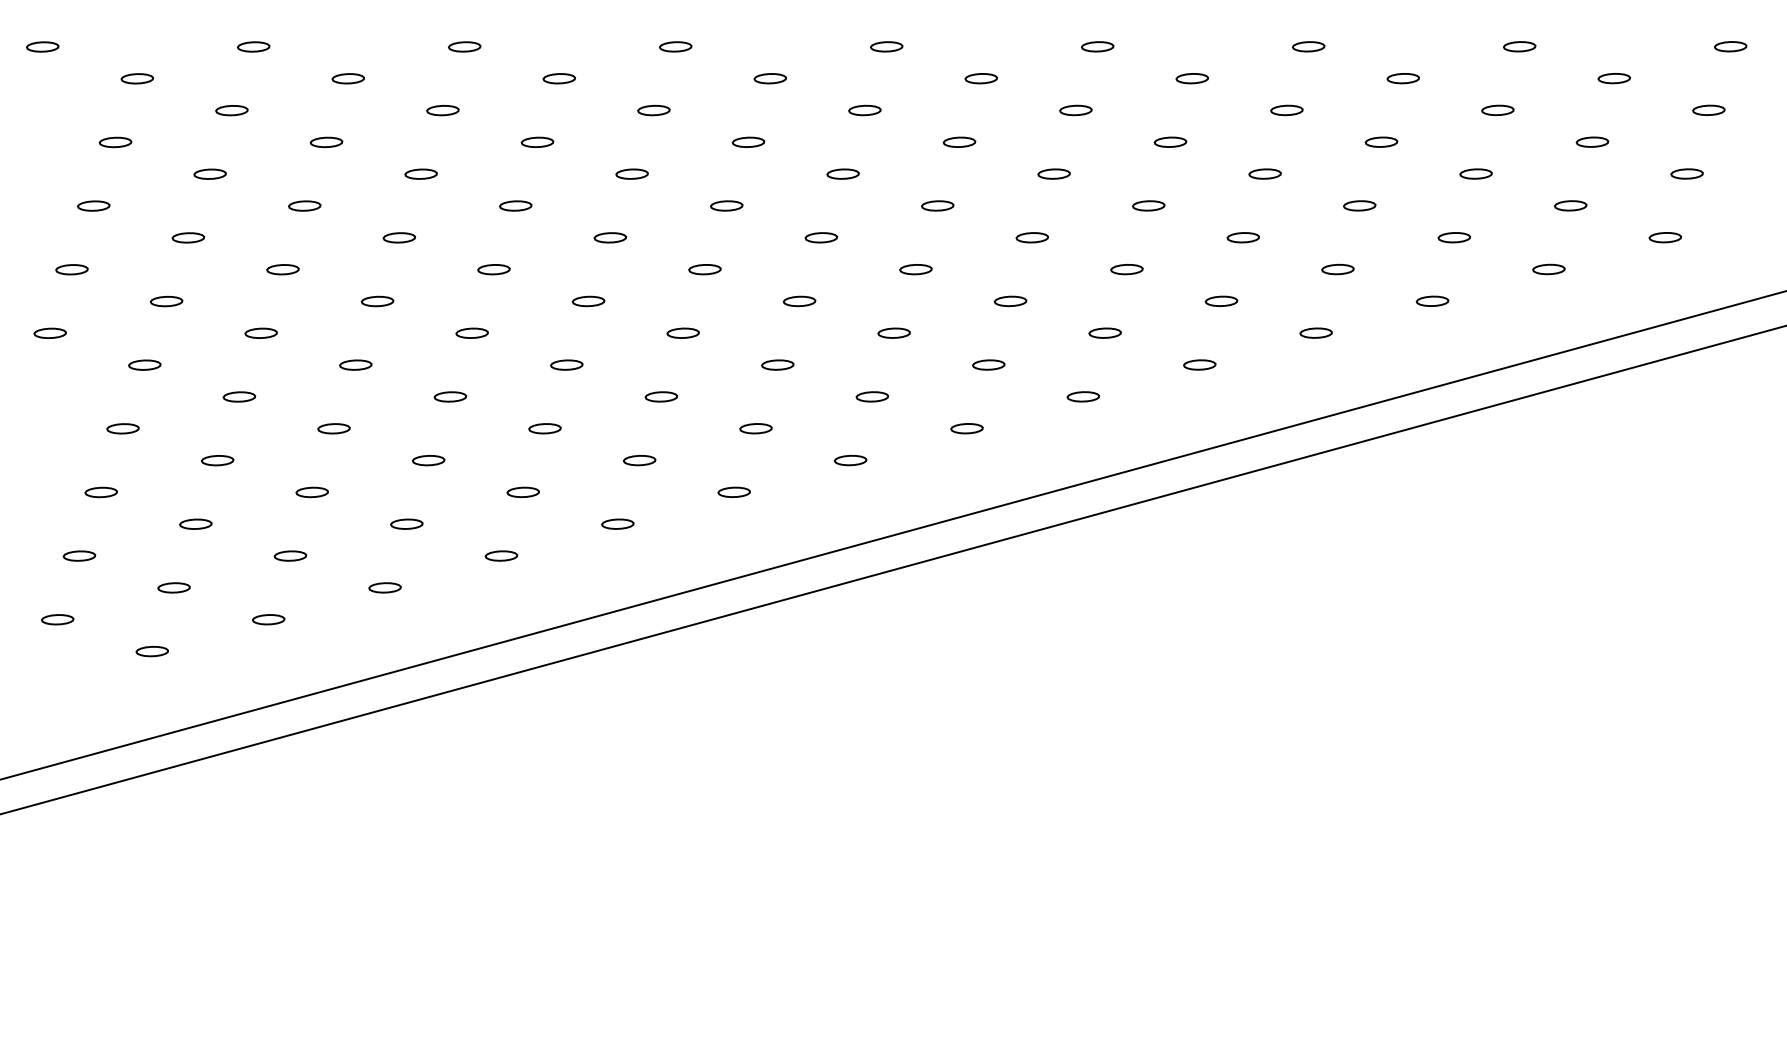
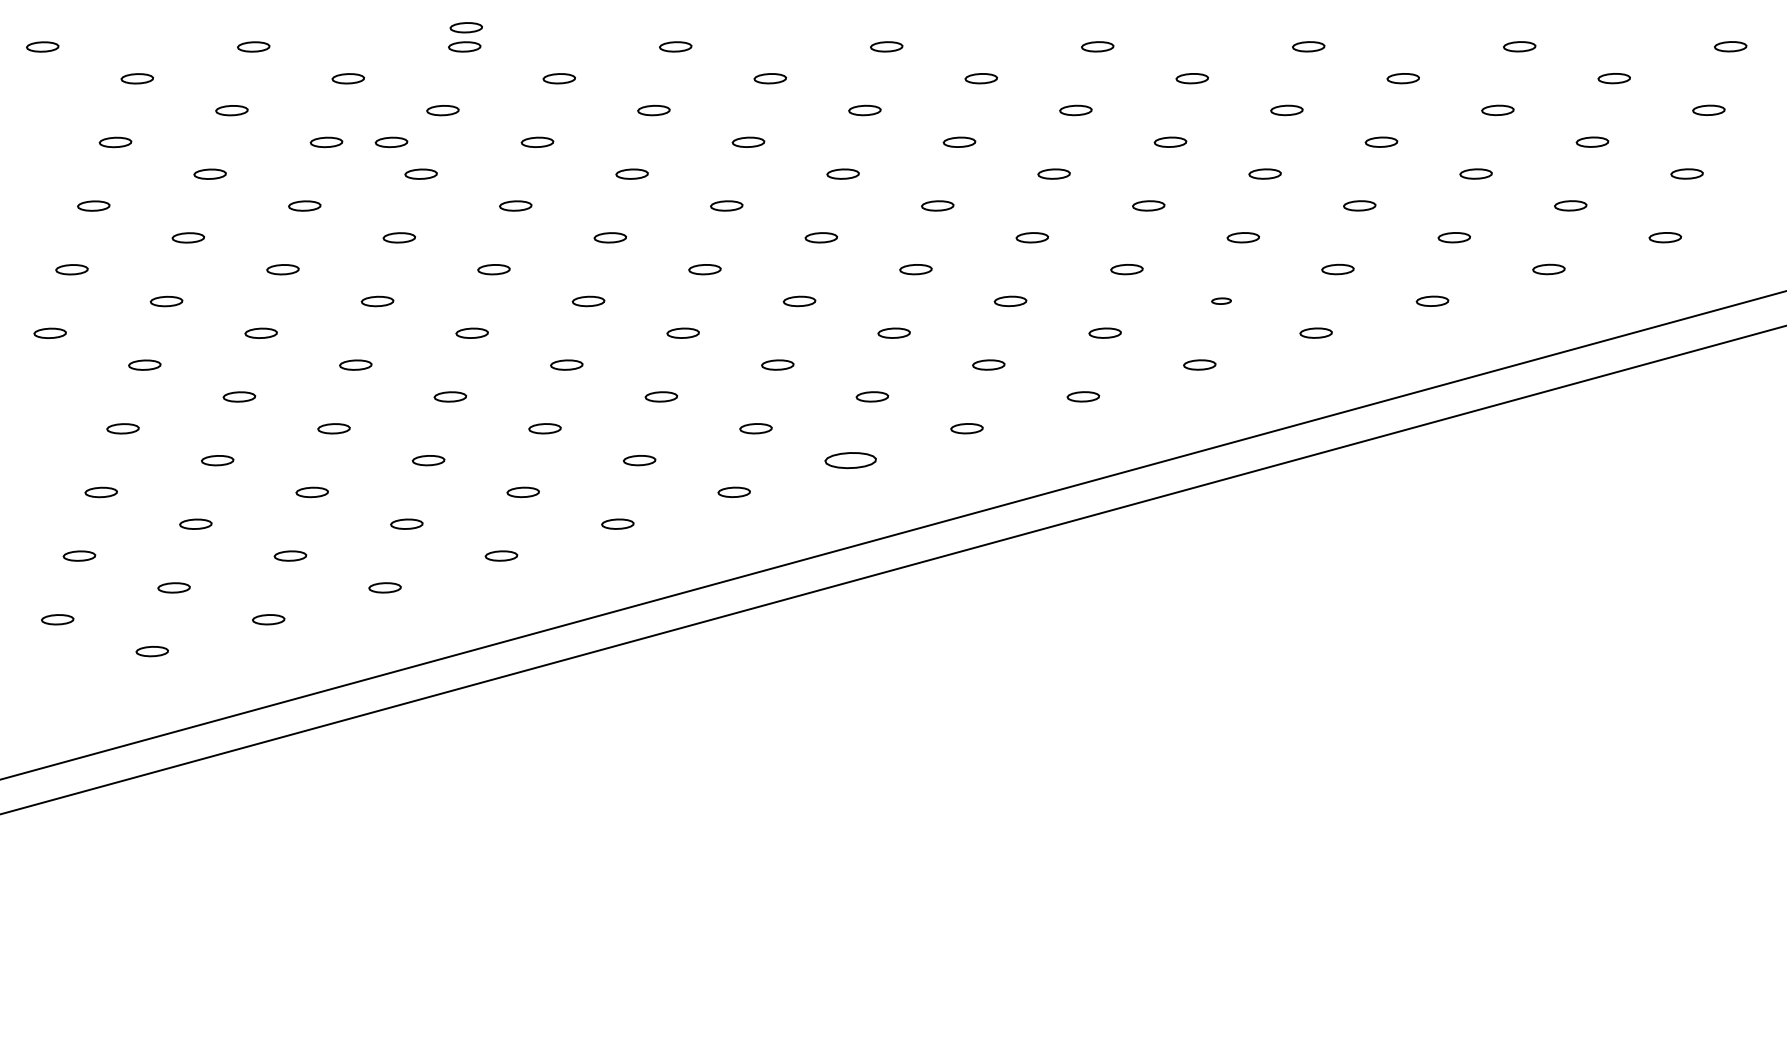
part at (465, 27): none -> present
part at (391, 142): none -> present
part at (1221, 300) size: 35x12 px -> 21x8 px
part at (850, 460) size: 35x13 px -> 53x18 px
